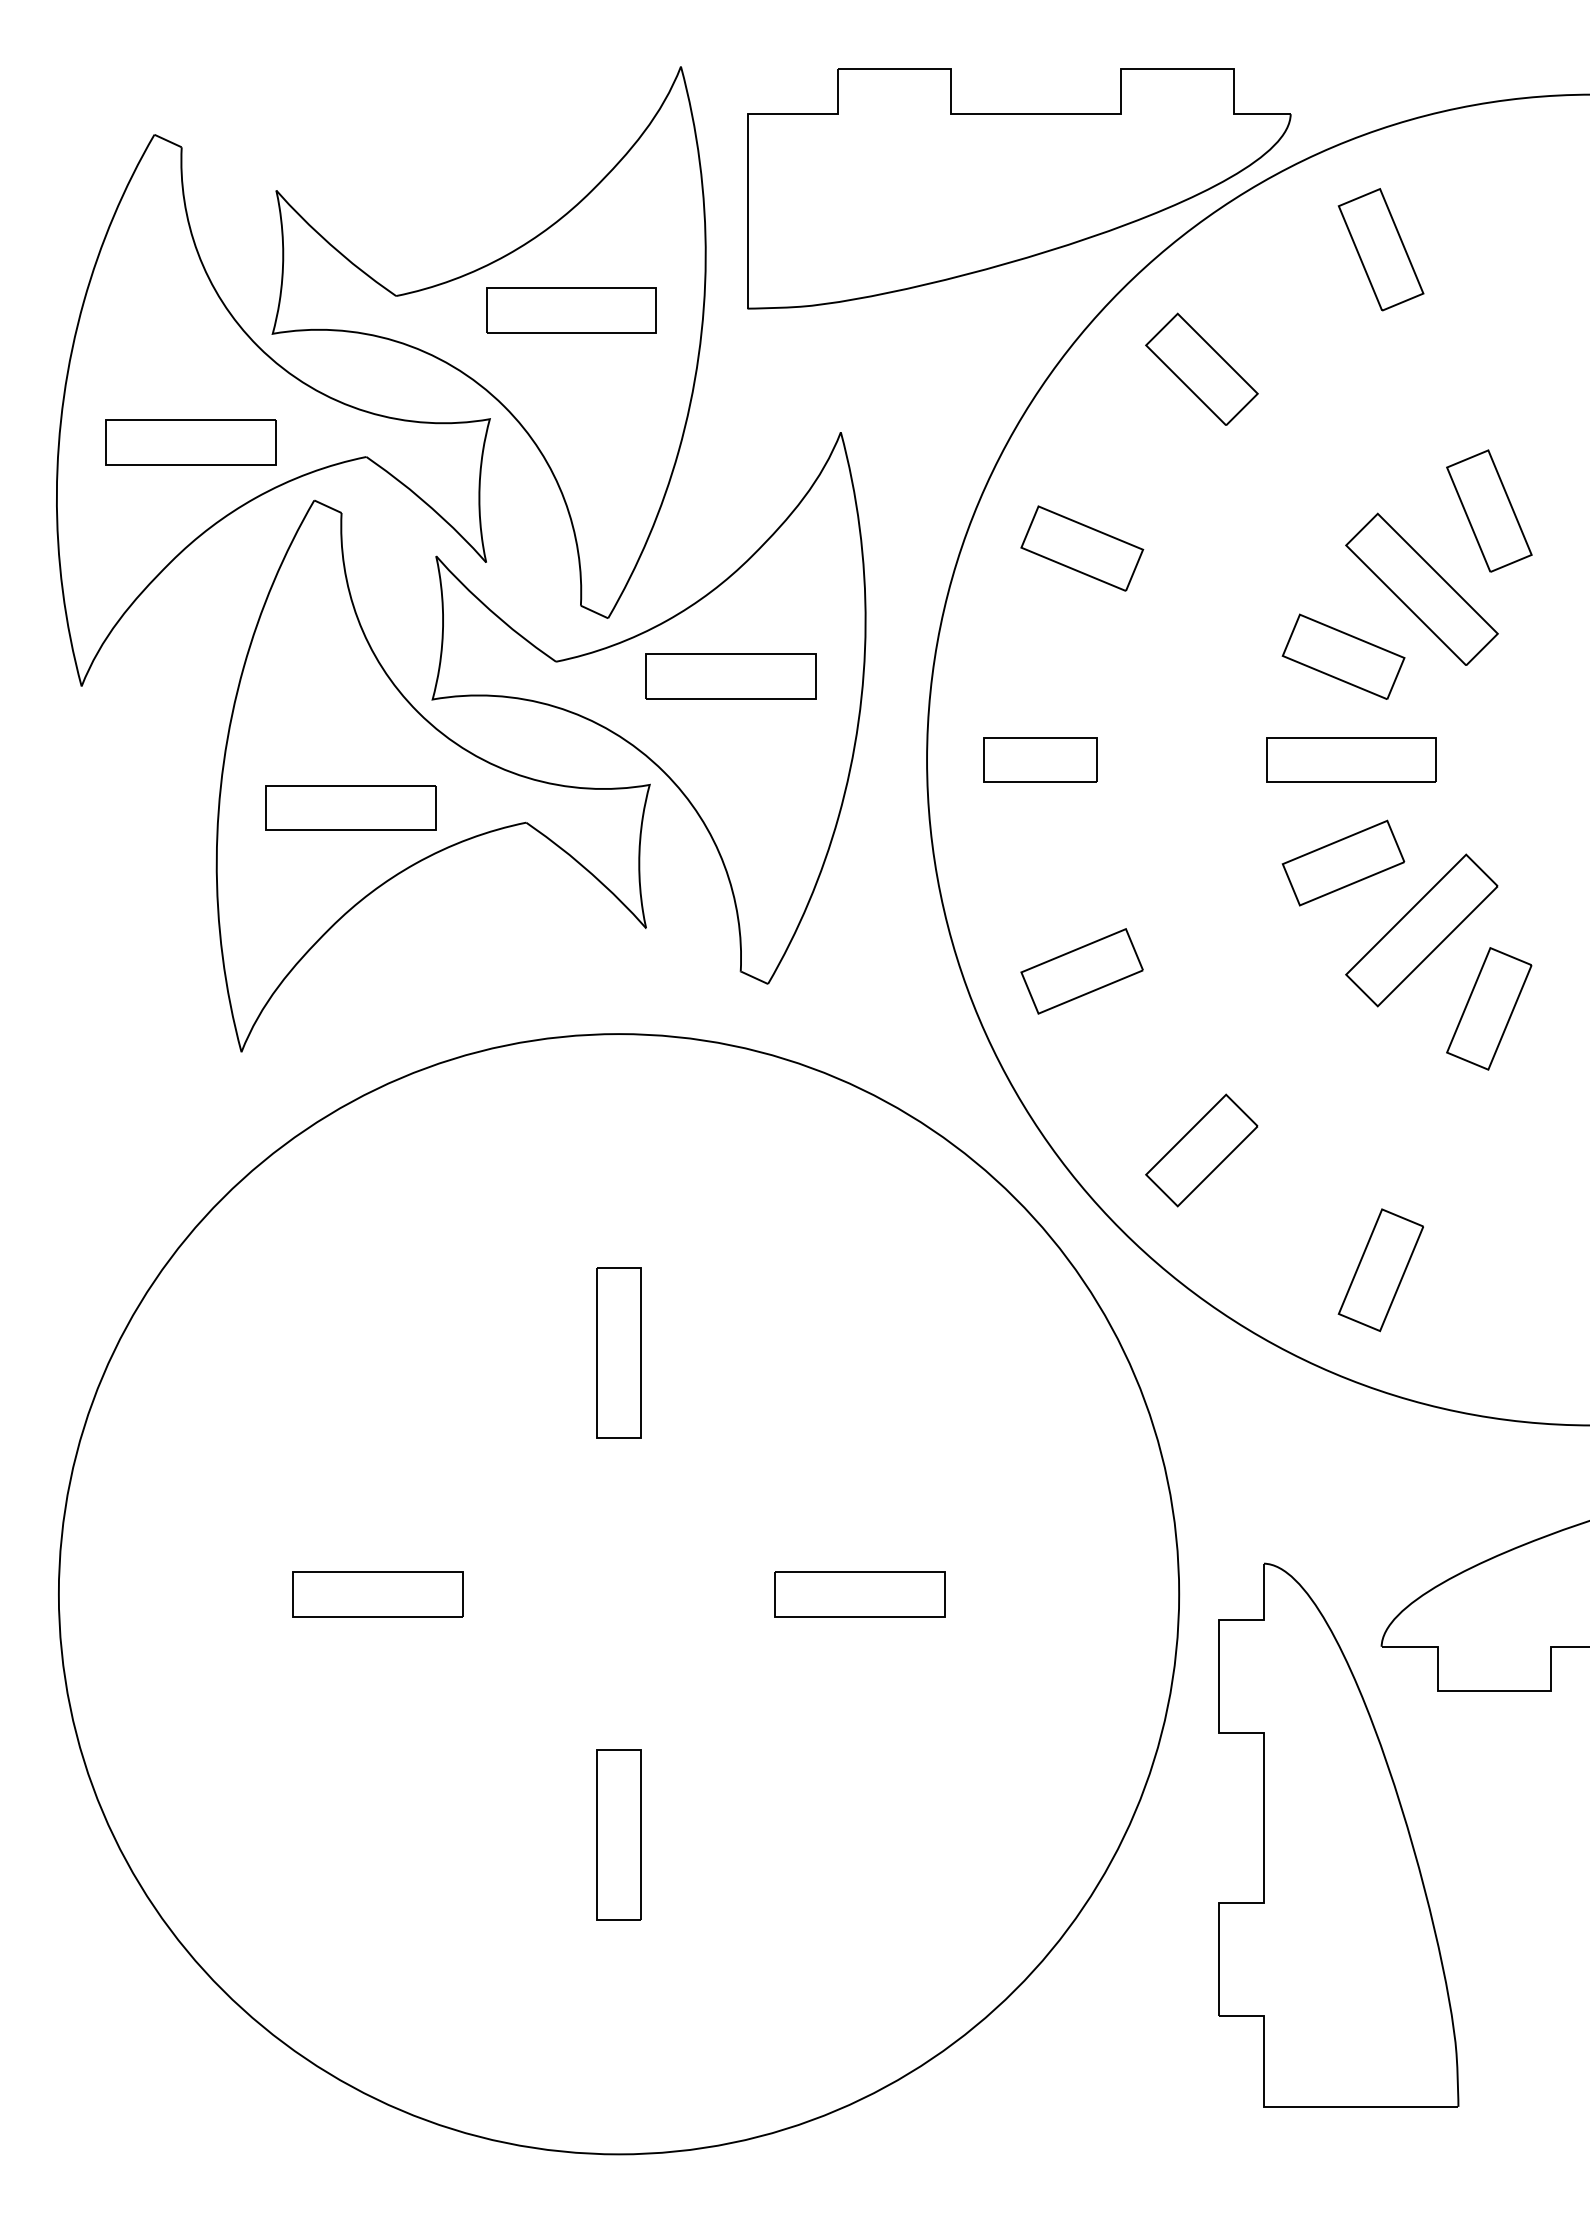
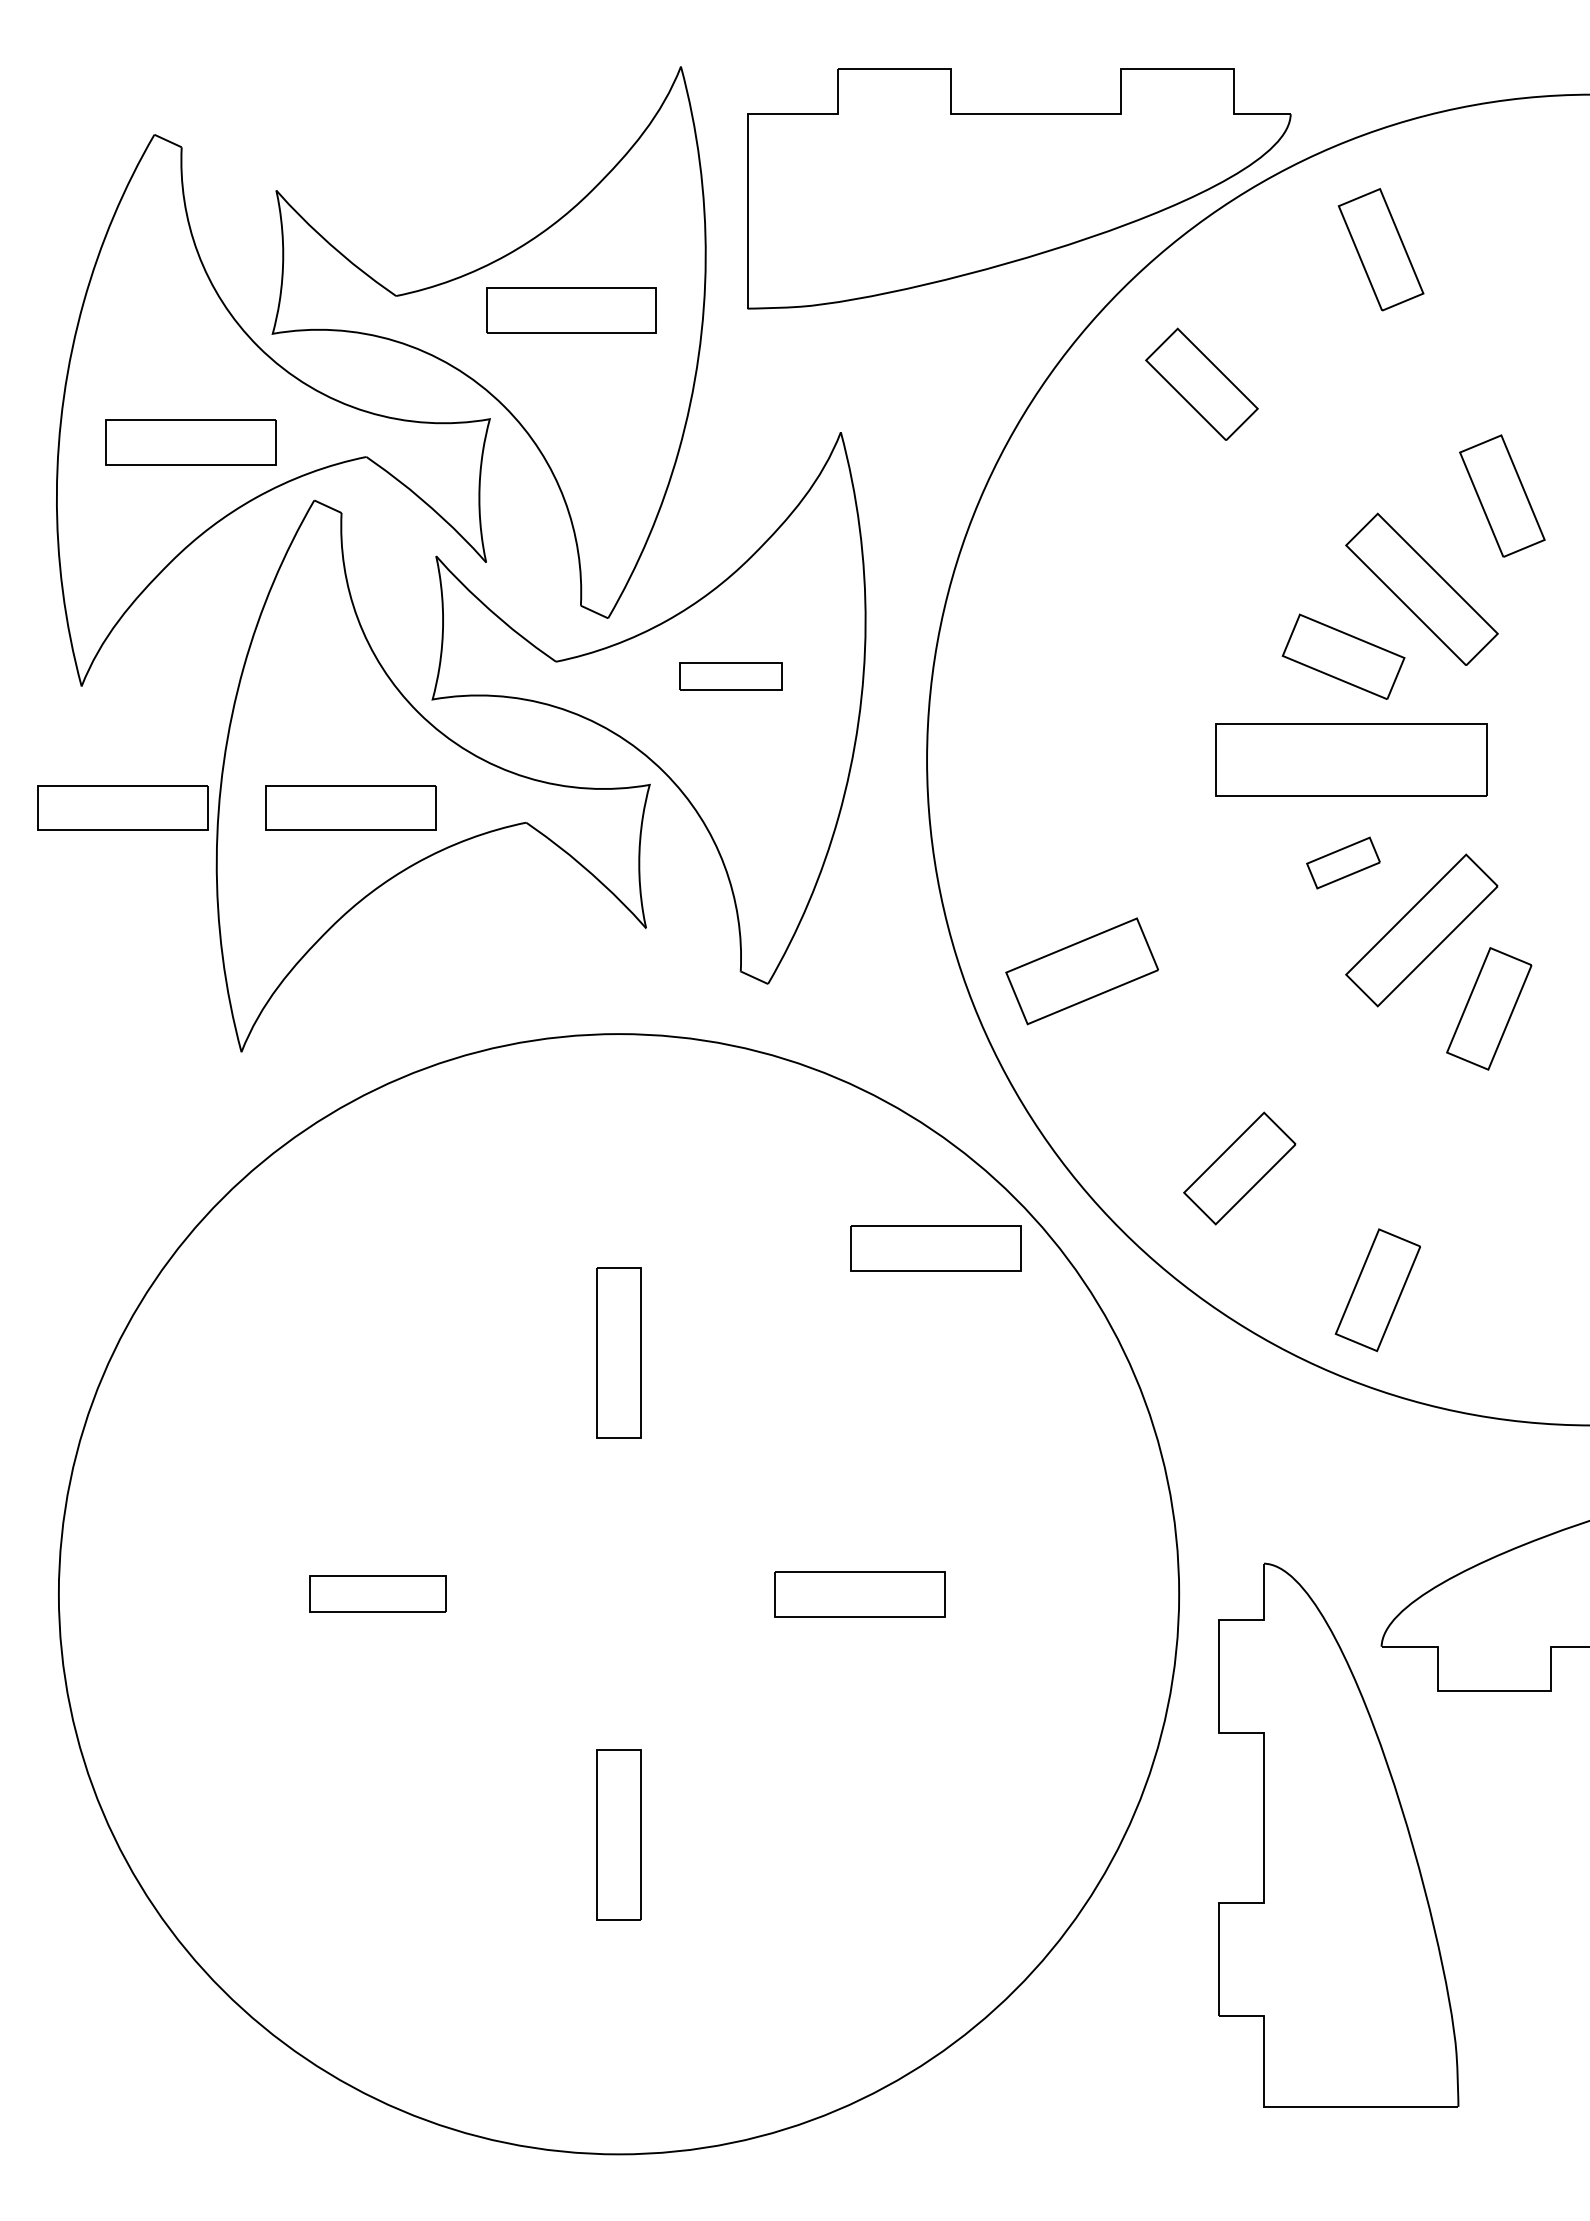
part at (1201, 368) position: (1201, 368) -> (1201, 383)
part at (1489, 510) position: (1489, 510) -> (1502, 495)
part at (1082, 548): present -> none
part at (730, 676) size: 172x47 px -> 104x29 px
part at (1040, 759): present -> none
part at (1351, 759) size: 171x46 px -> 273x74 px
part at (122, 807): none -> present
part at (1343, 862) size: 125x88 px -> 75x54 px
part at (1081, 971) size: 124x87 px -> 154x109 px
part at (1201, 1150) position: (1201, 1150) -> (1239, 1168)
part at (935, 1248): none -> present
part at (1380, 1270) position: (1380, 1270) -> (1377, 1290)
part at (377, 1594) size: 172x47 px -> 138x38 px
